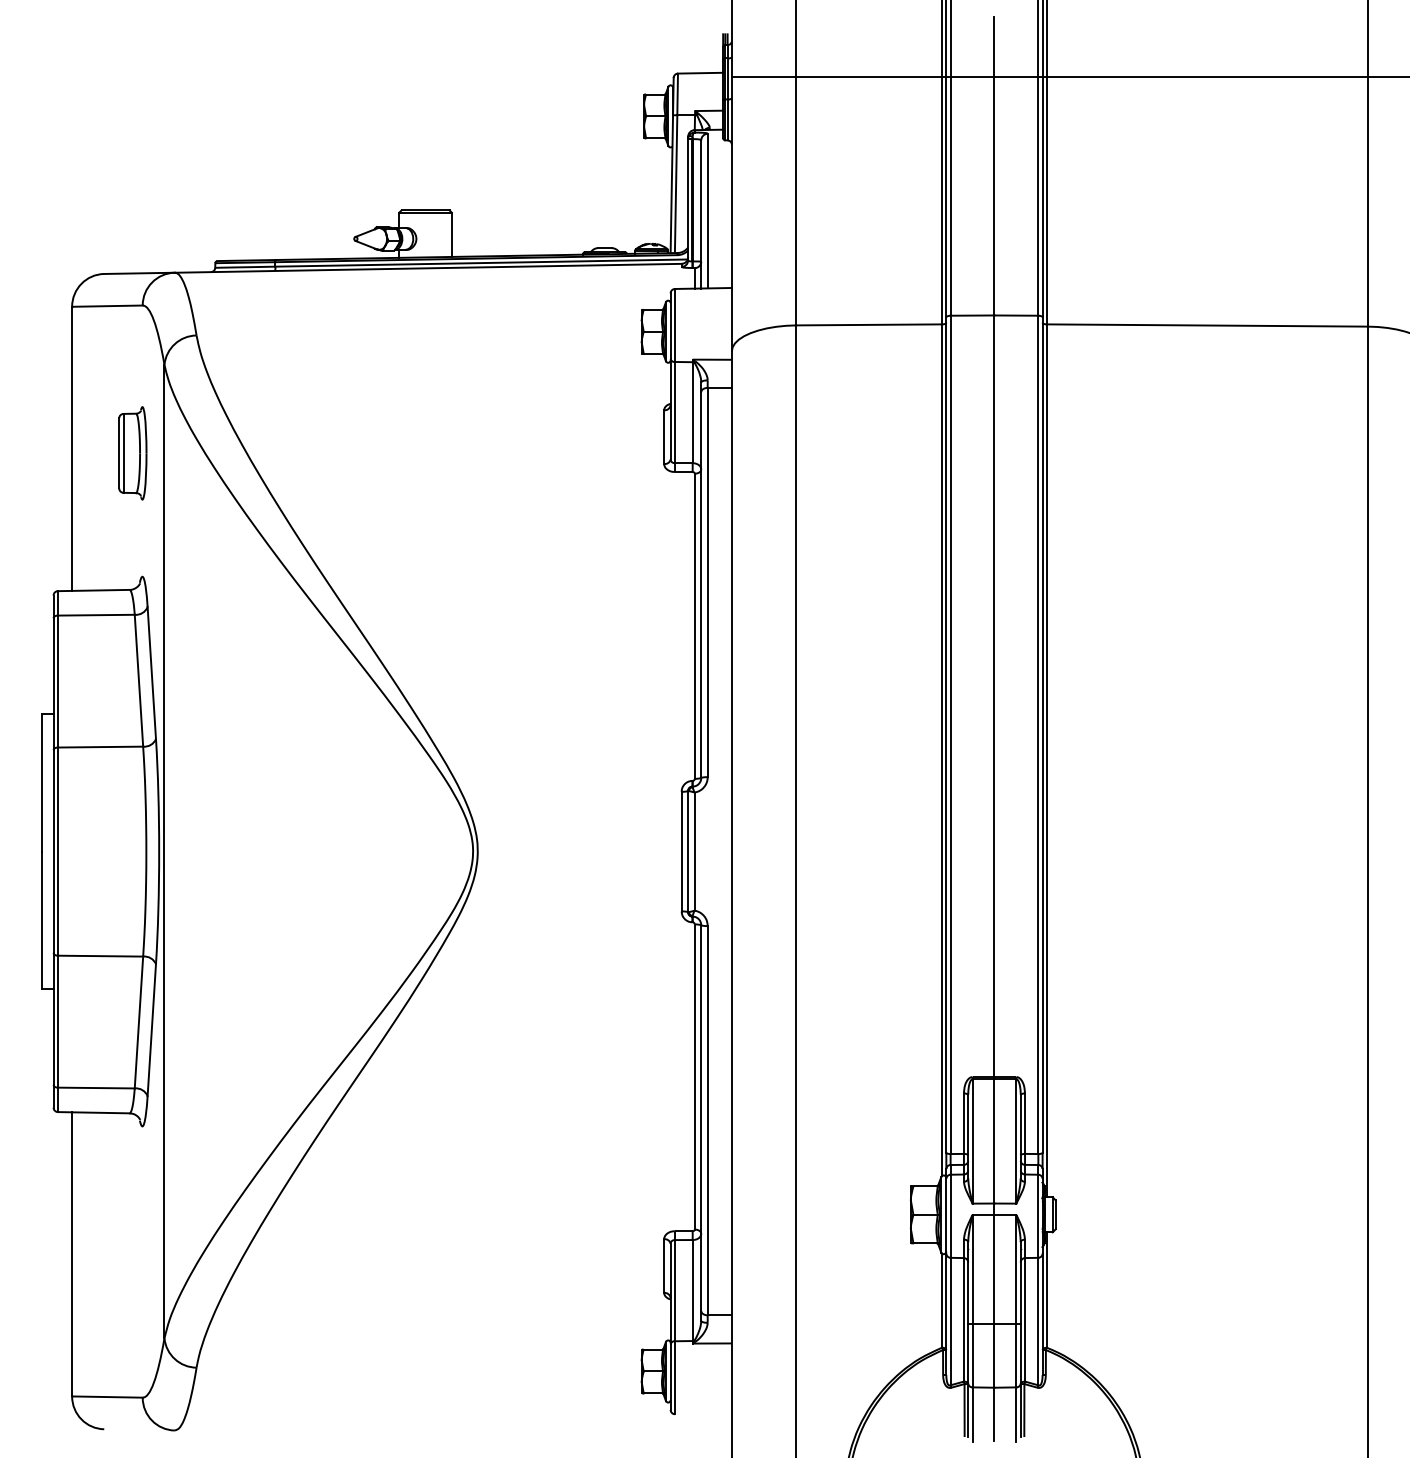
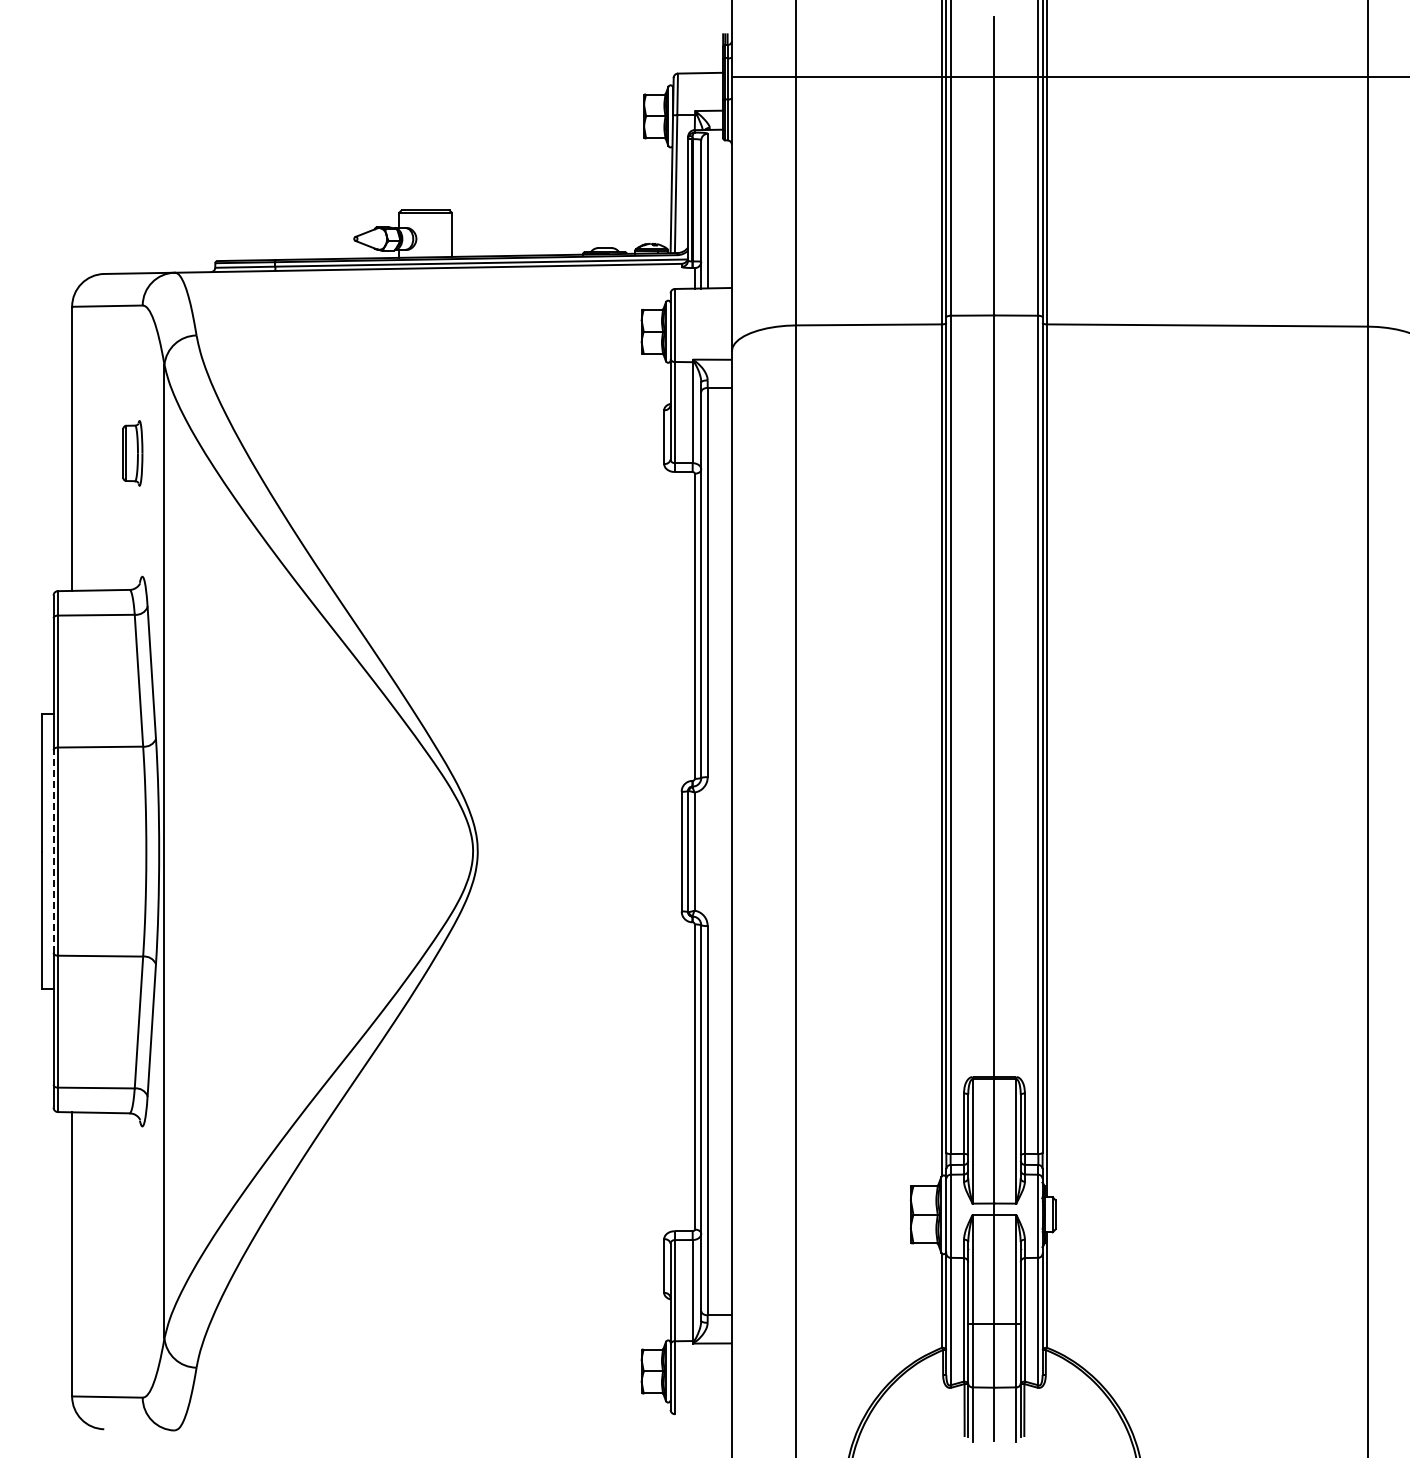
part at (132, 453) size: 30x95 px -> 22x67 px
line at (53, 851): solid -> dashed
